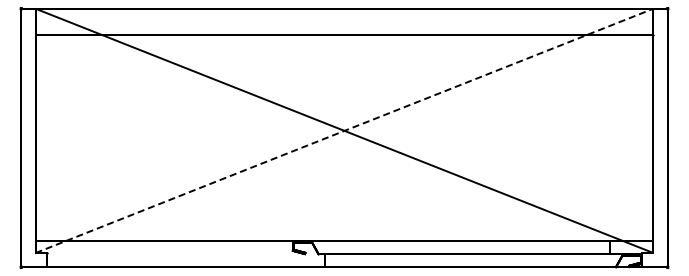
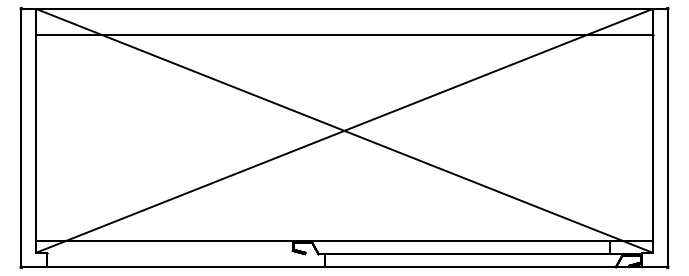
line at (344, 130): dashed -> solid
